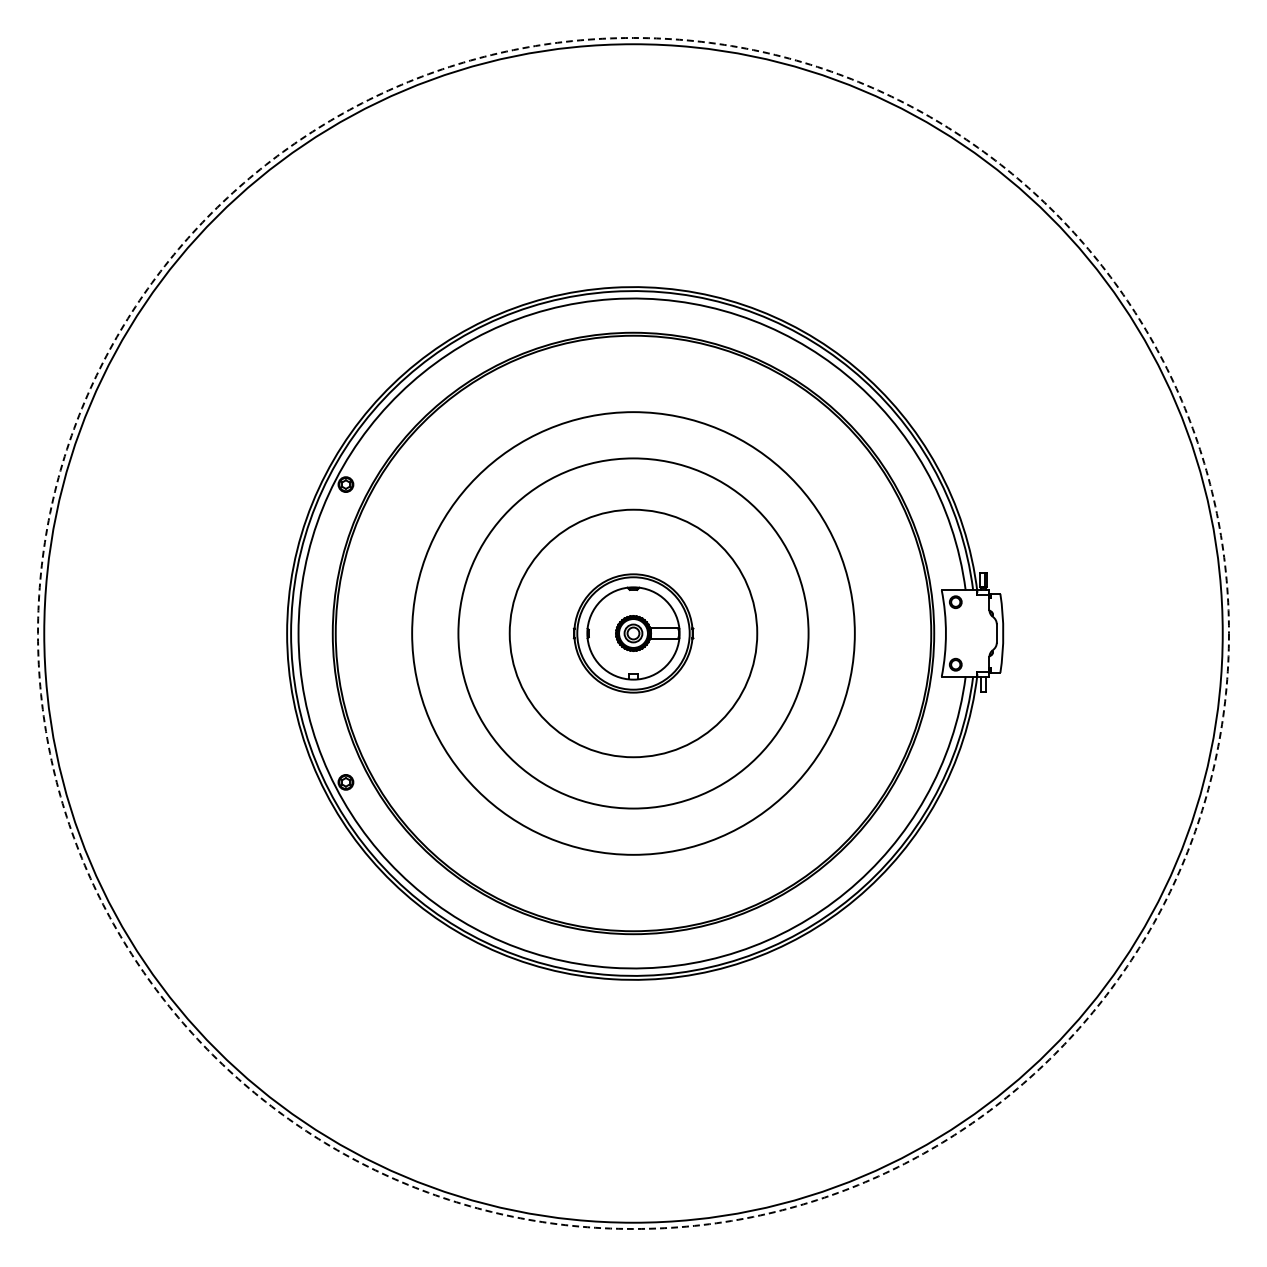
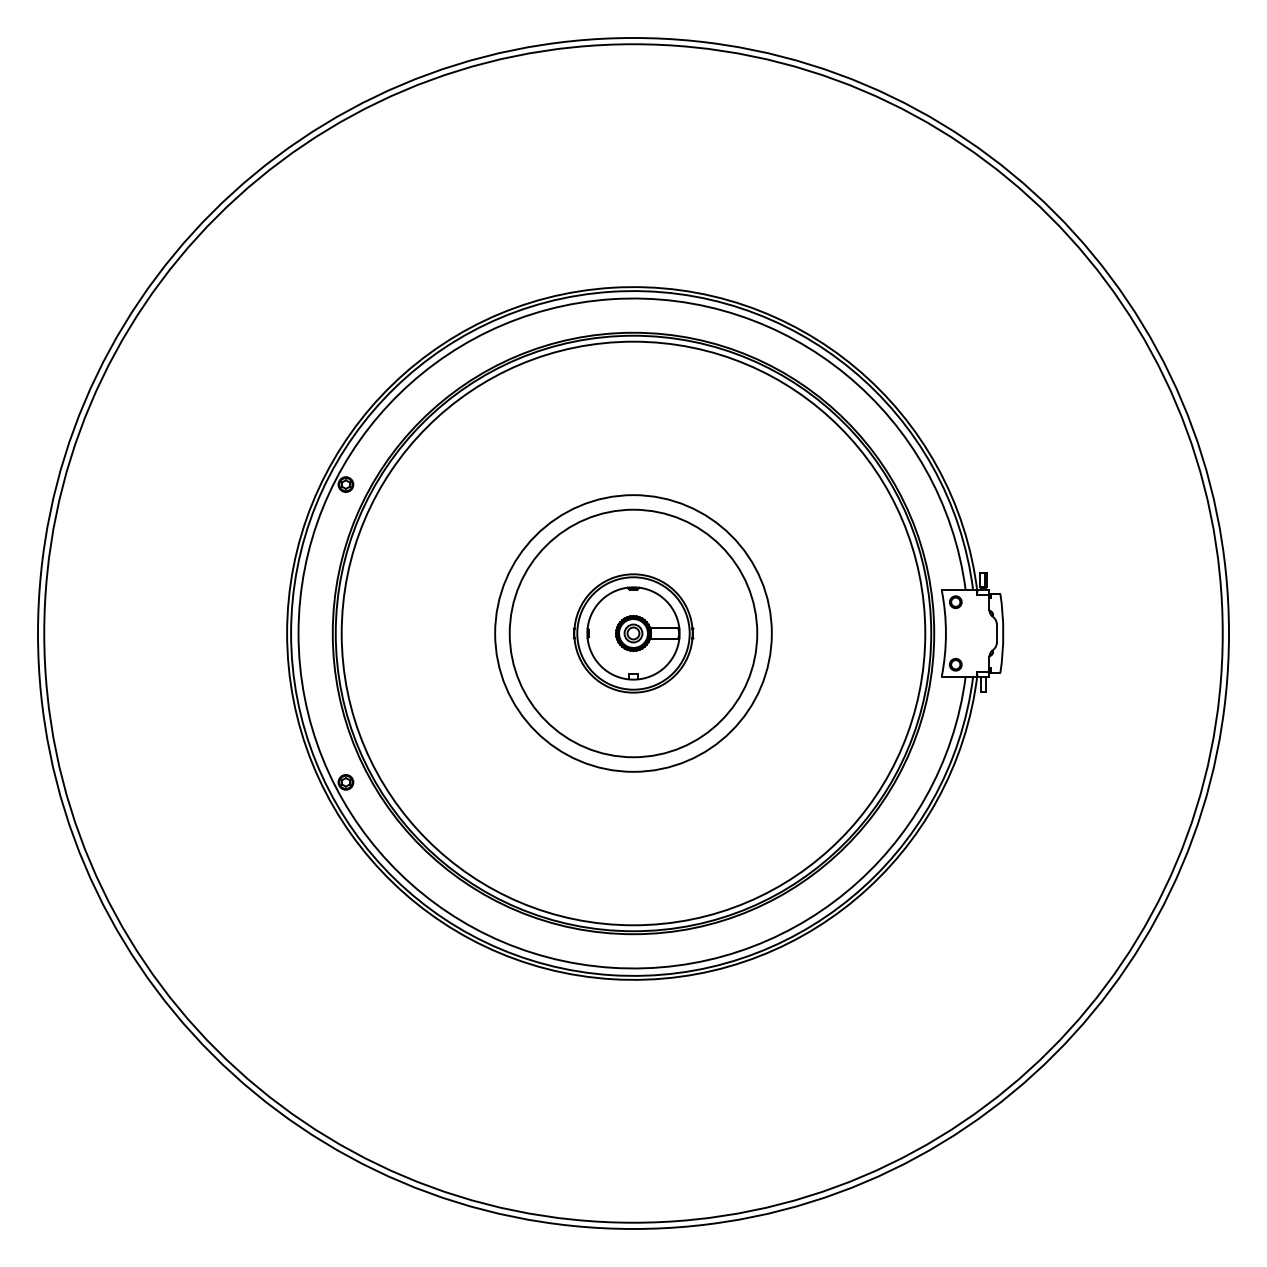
circle at (633, 633) diameter: 350 px -> 584 px
circle at (633, 633) diameter: 443 px -> 277 px
circle at (633, 633): dashed -> solid
